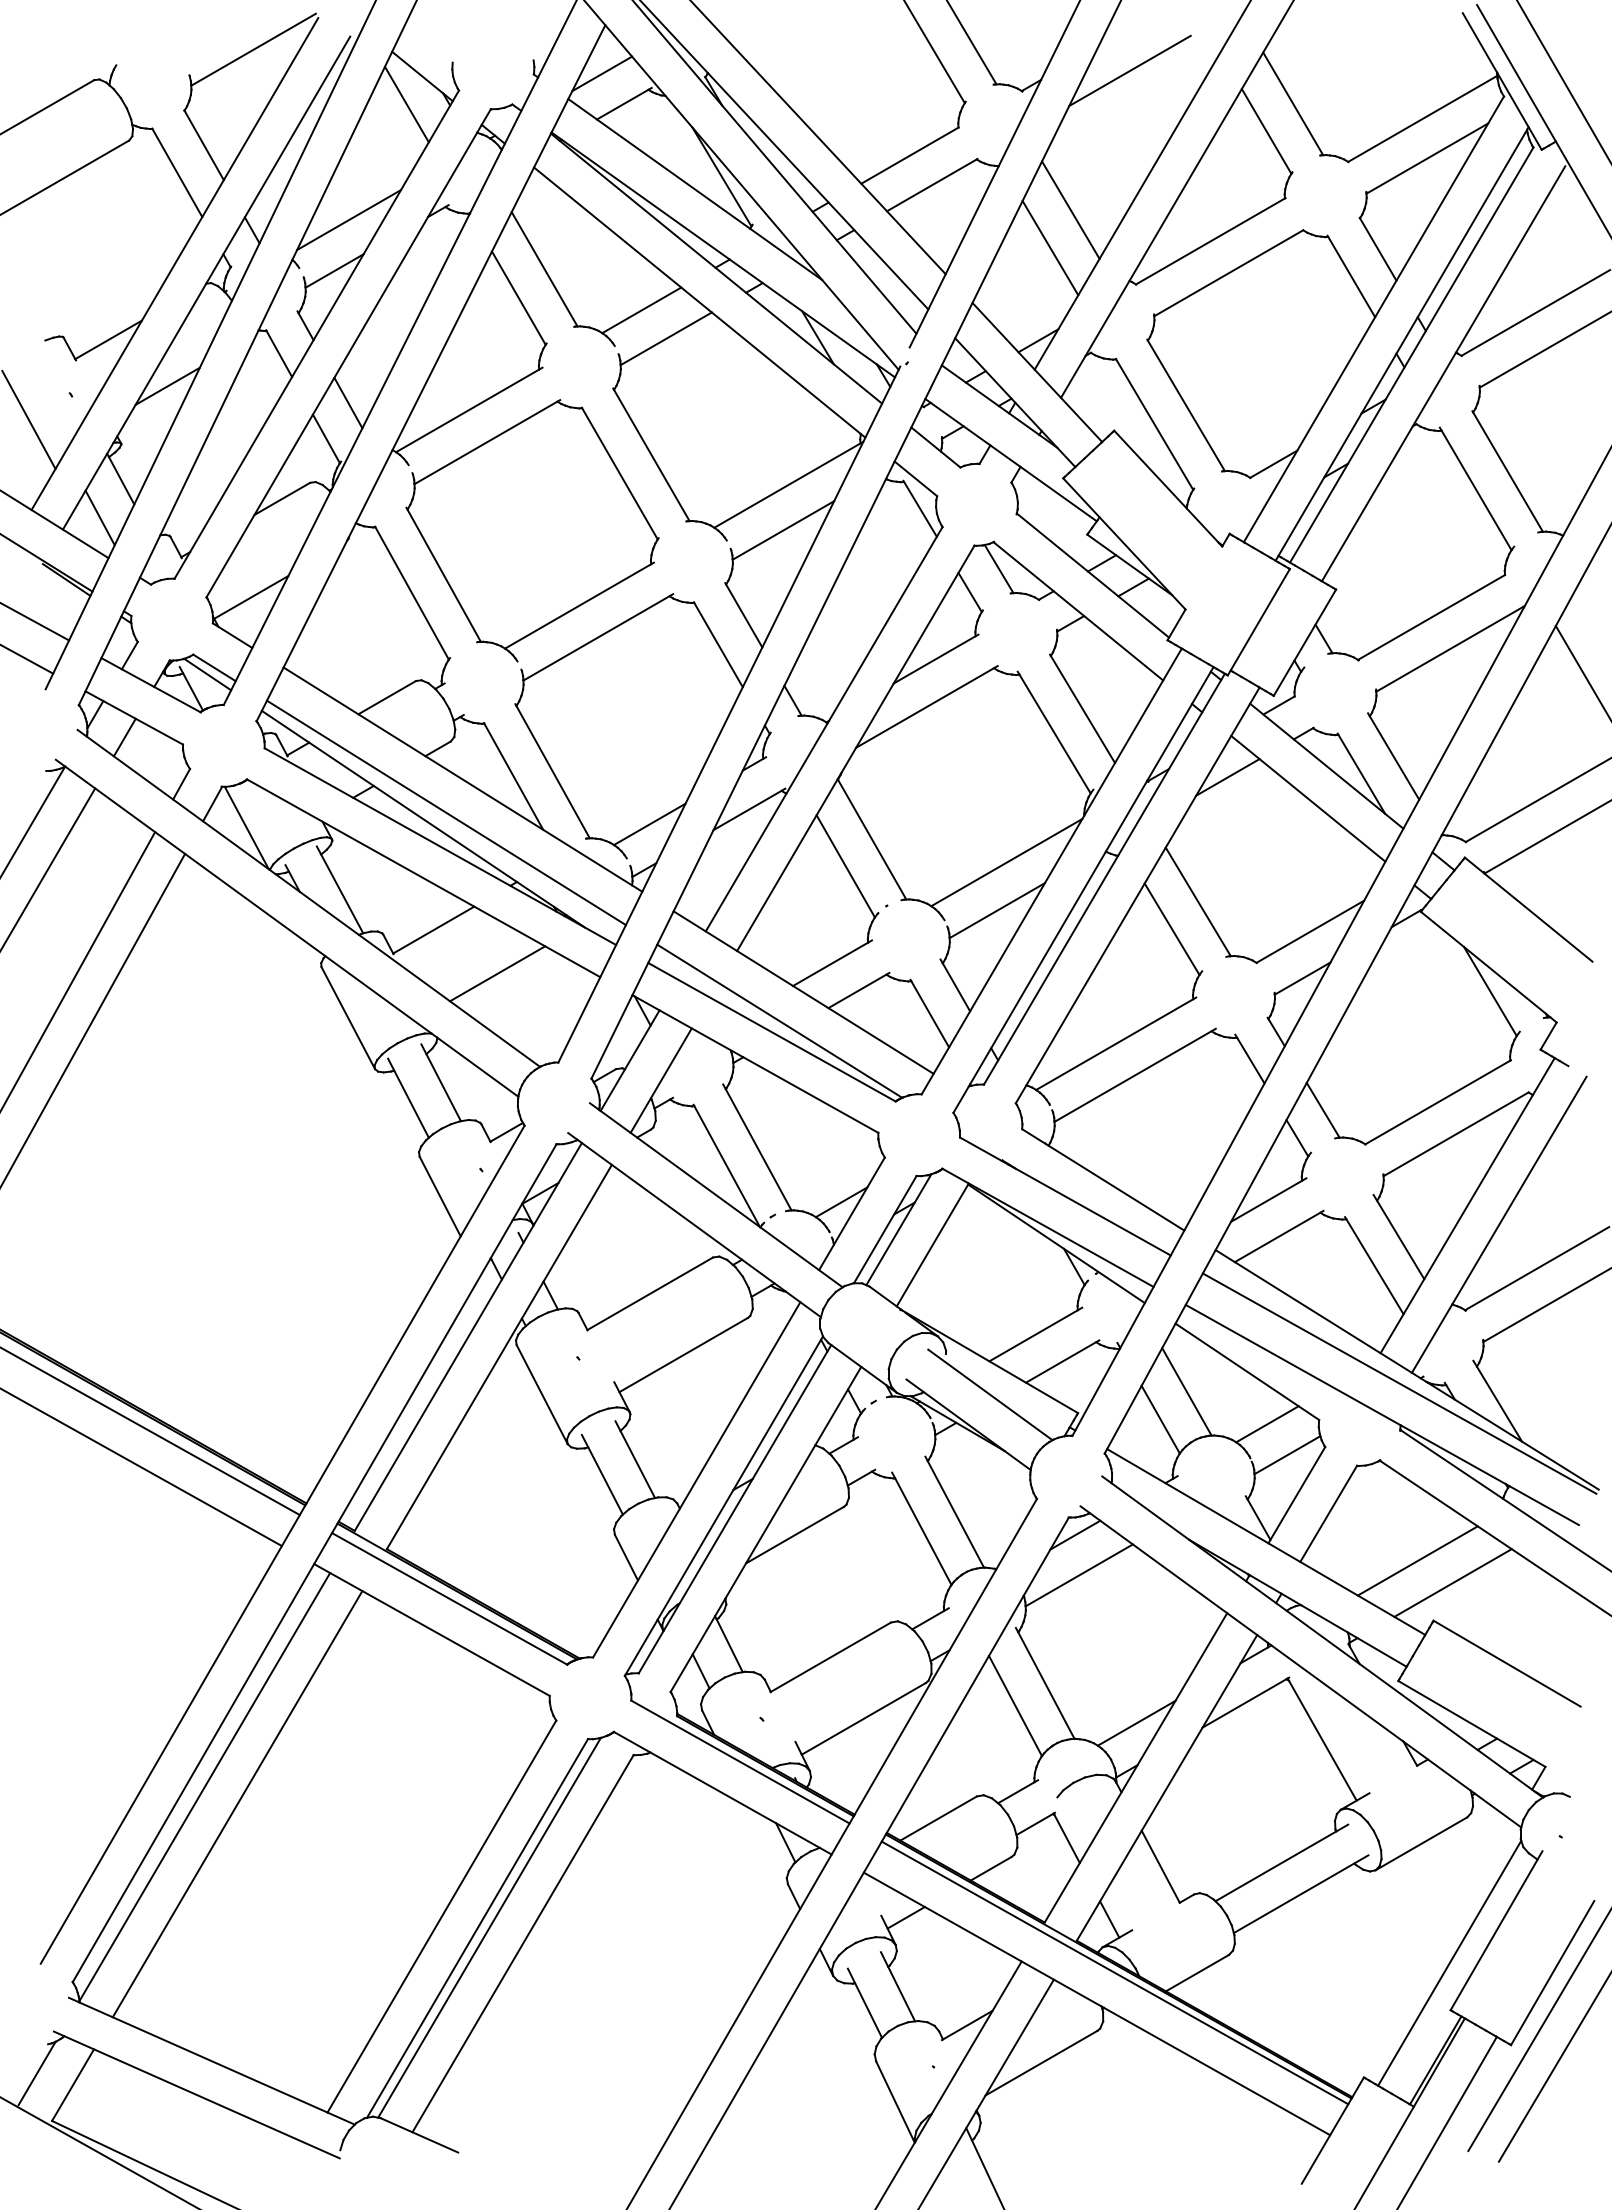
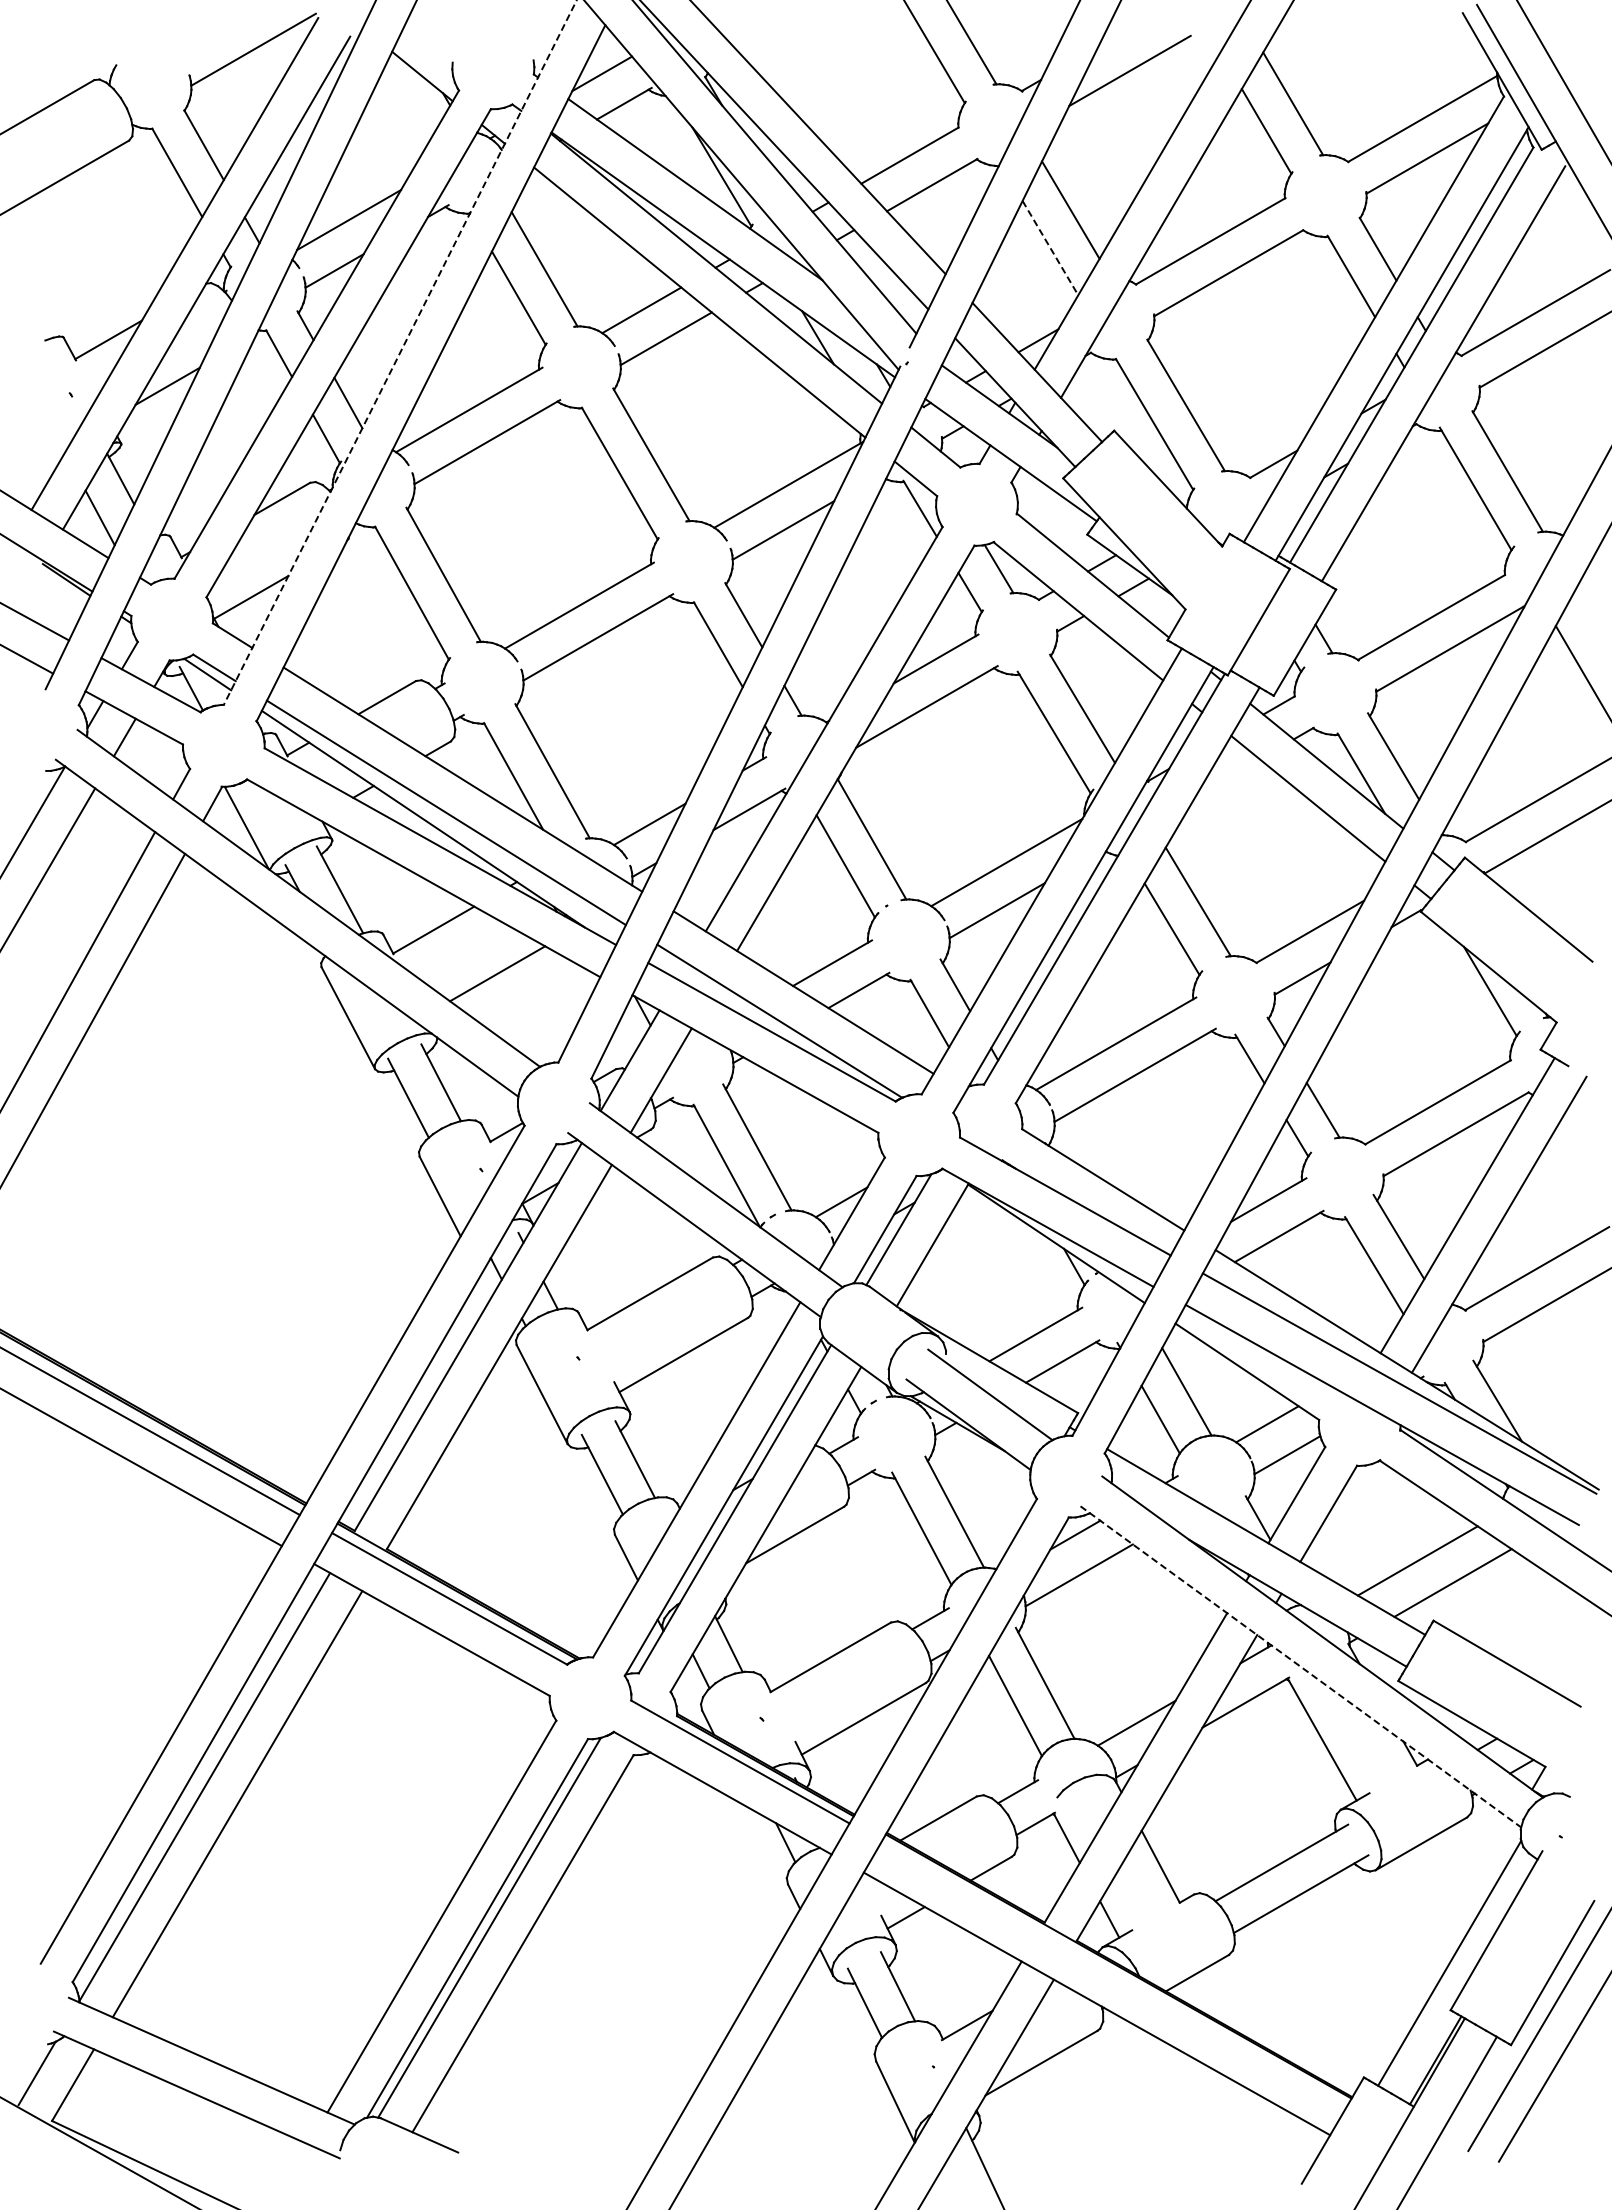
line at (406, 104): present -> none
line at (1050, 248): solid -> dashed
line at (400, 353): solid -> dashed
line at (28, 419): present -> none
line at (1227, 777): present -> none
line at (1300, 1666): solid -> dashed
line at (1114, 1972): present -> none
